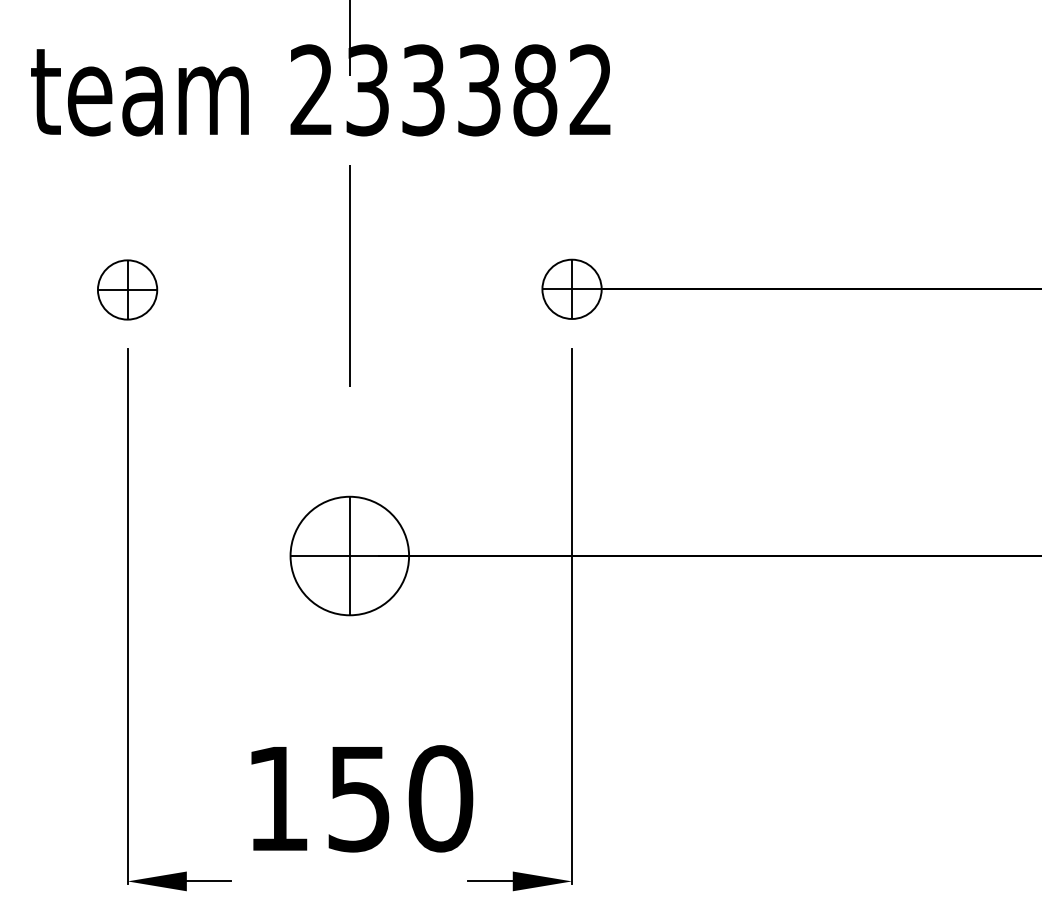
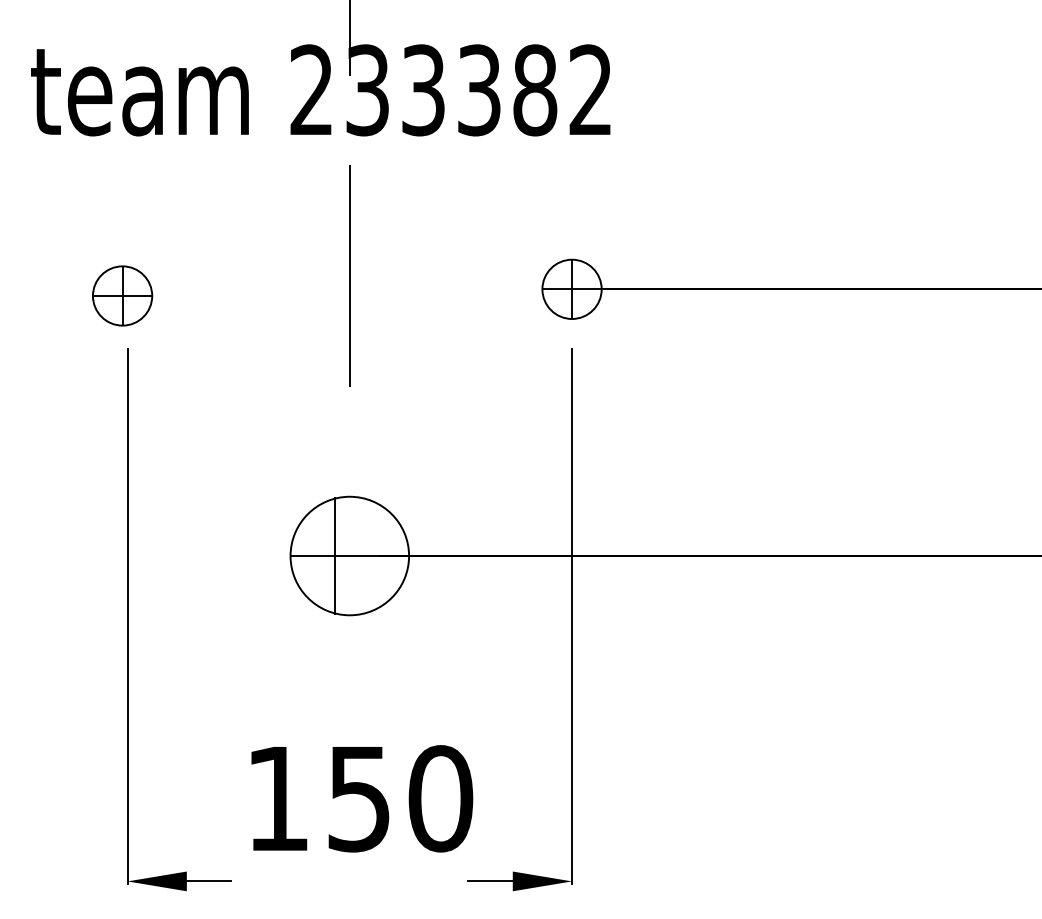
part at (127, 289) position: (127, 289) -> (122, 295)
line at (349, 555) position: (349, 555) -> (334, 555)
